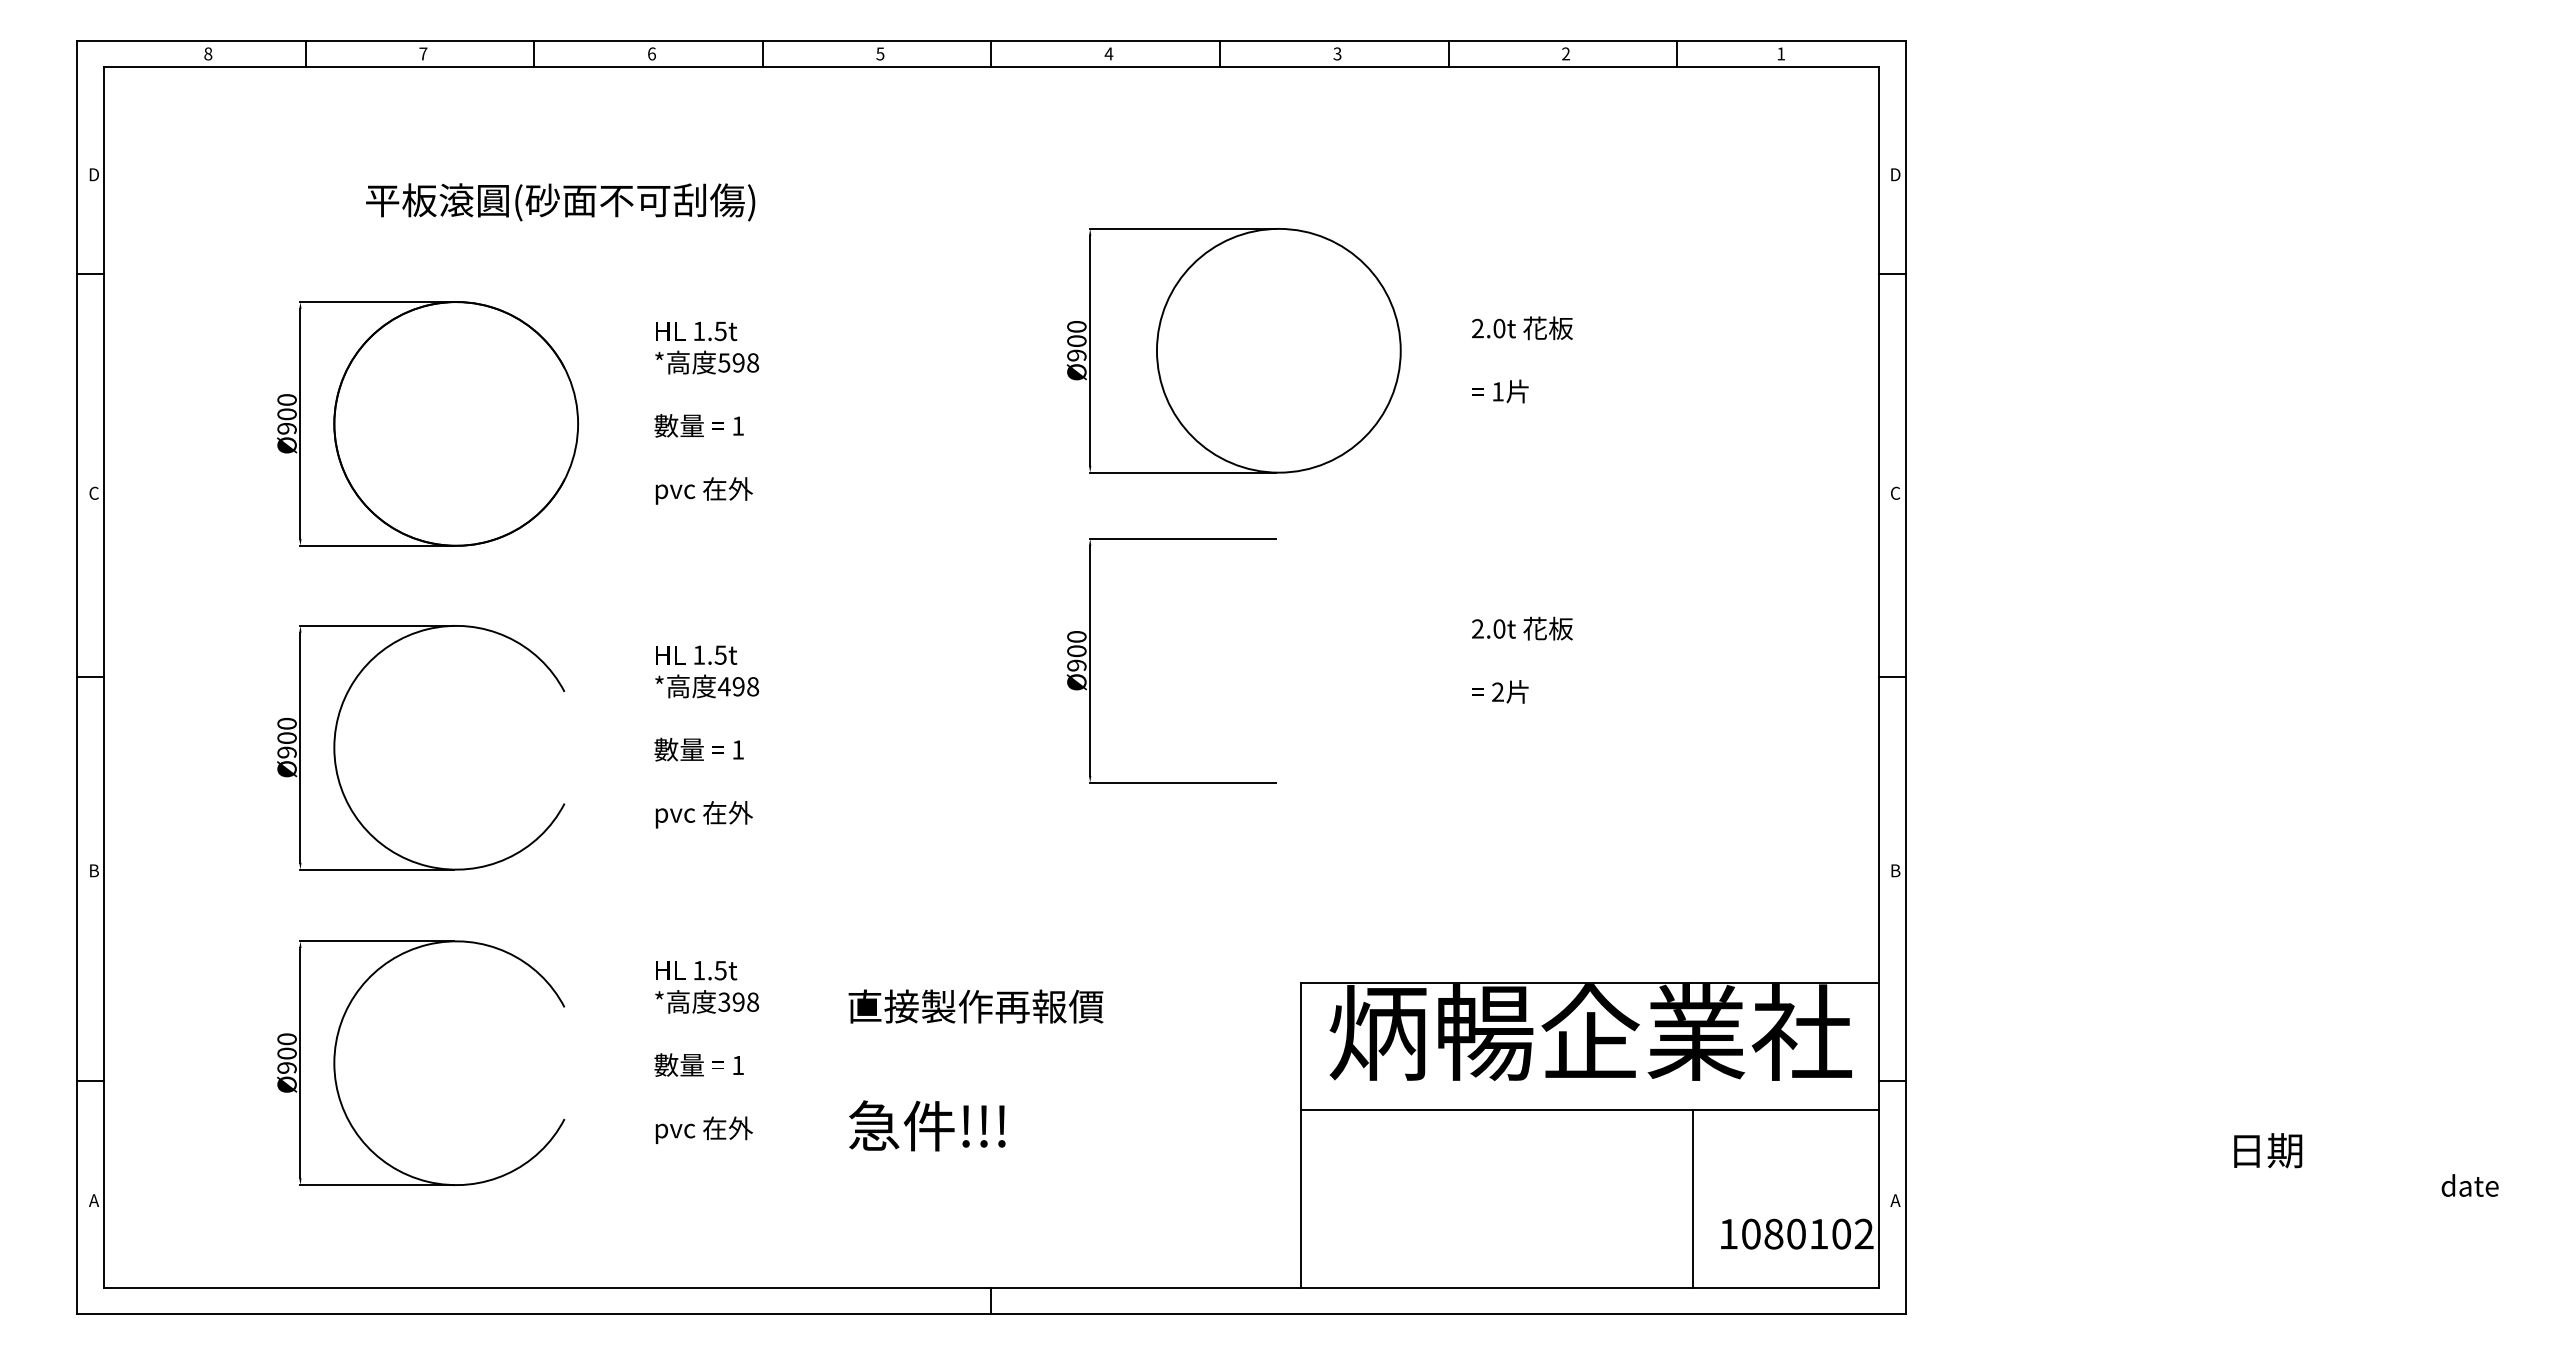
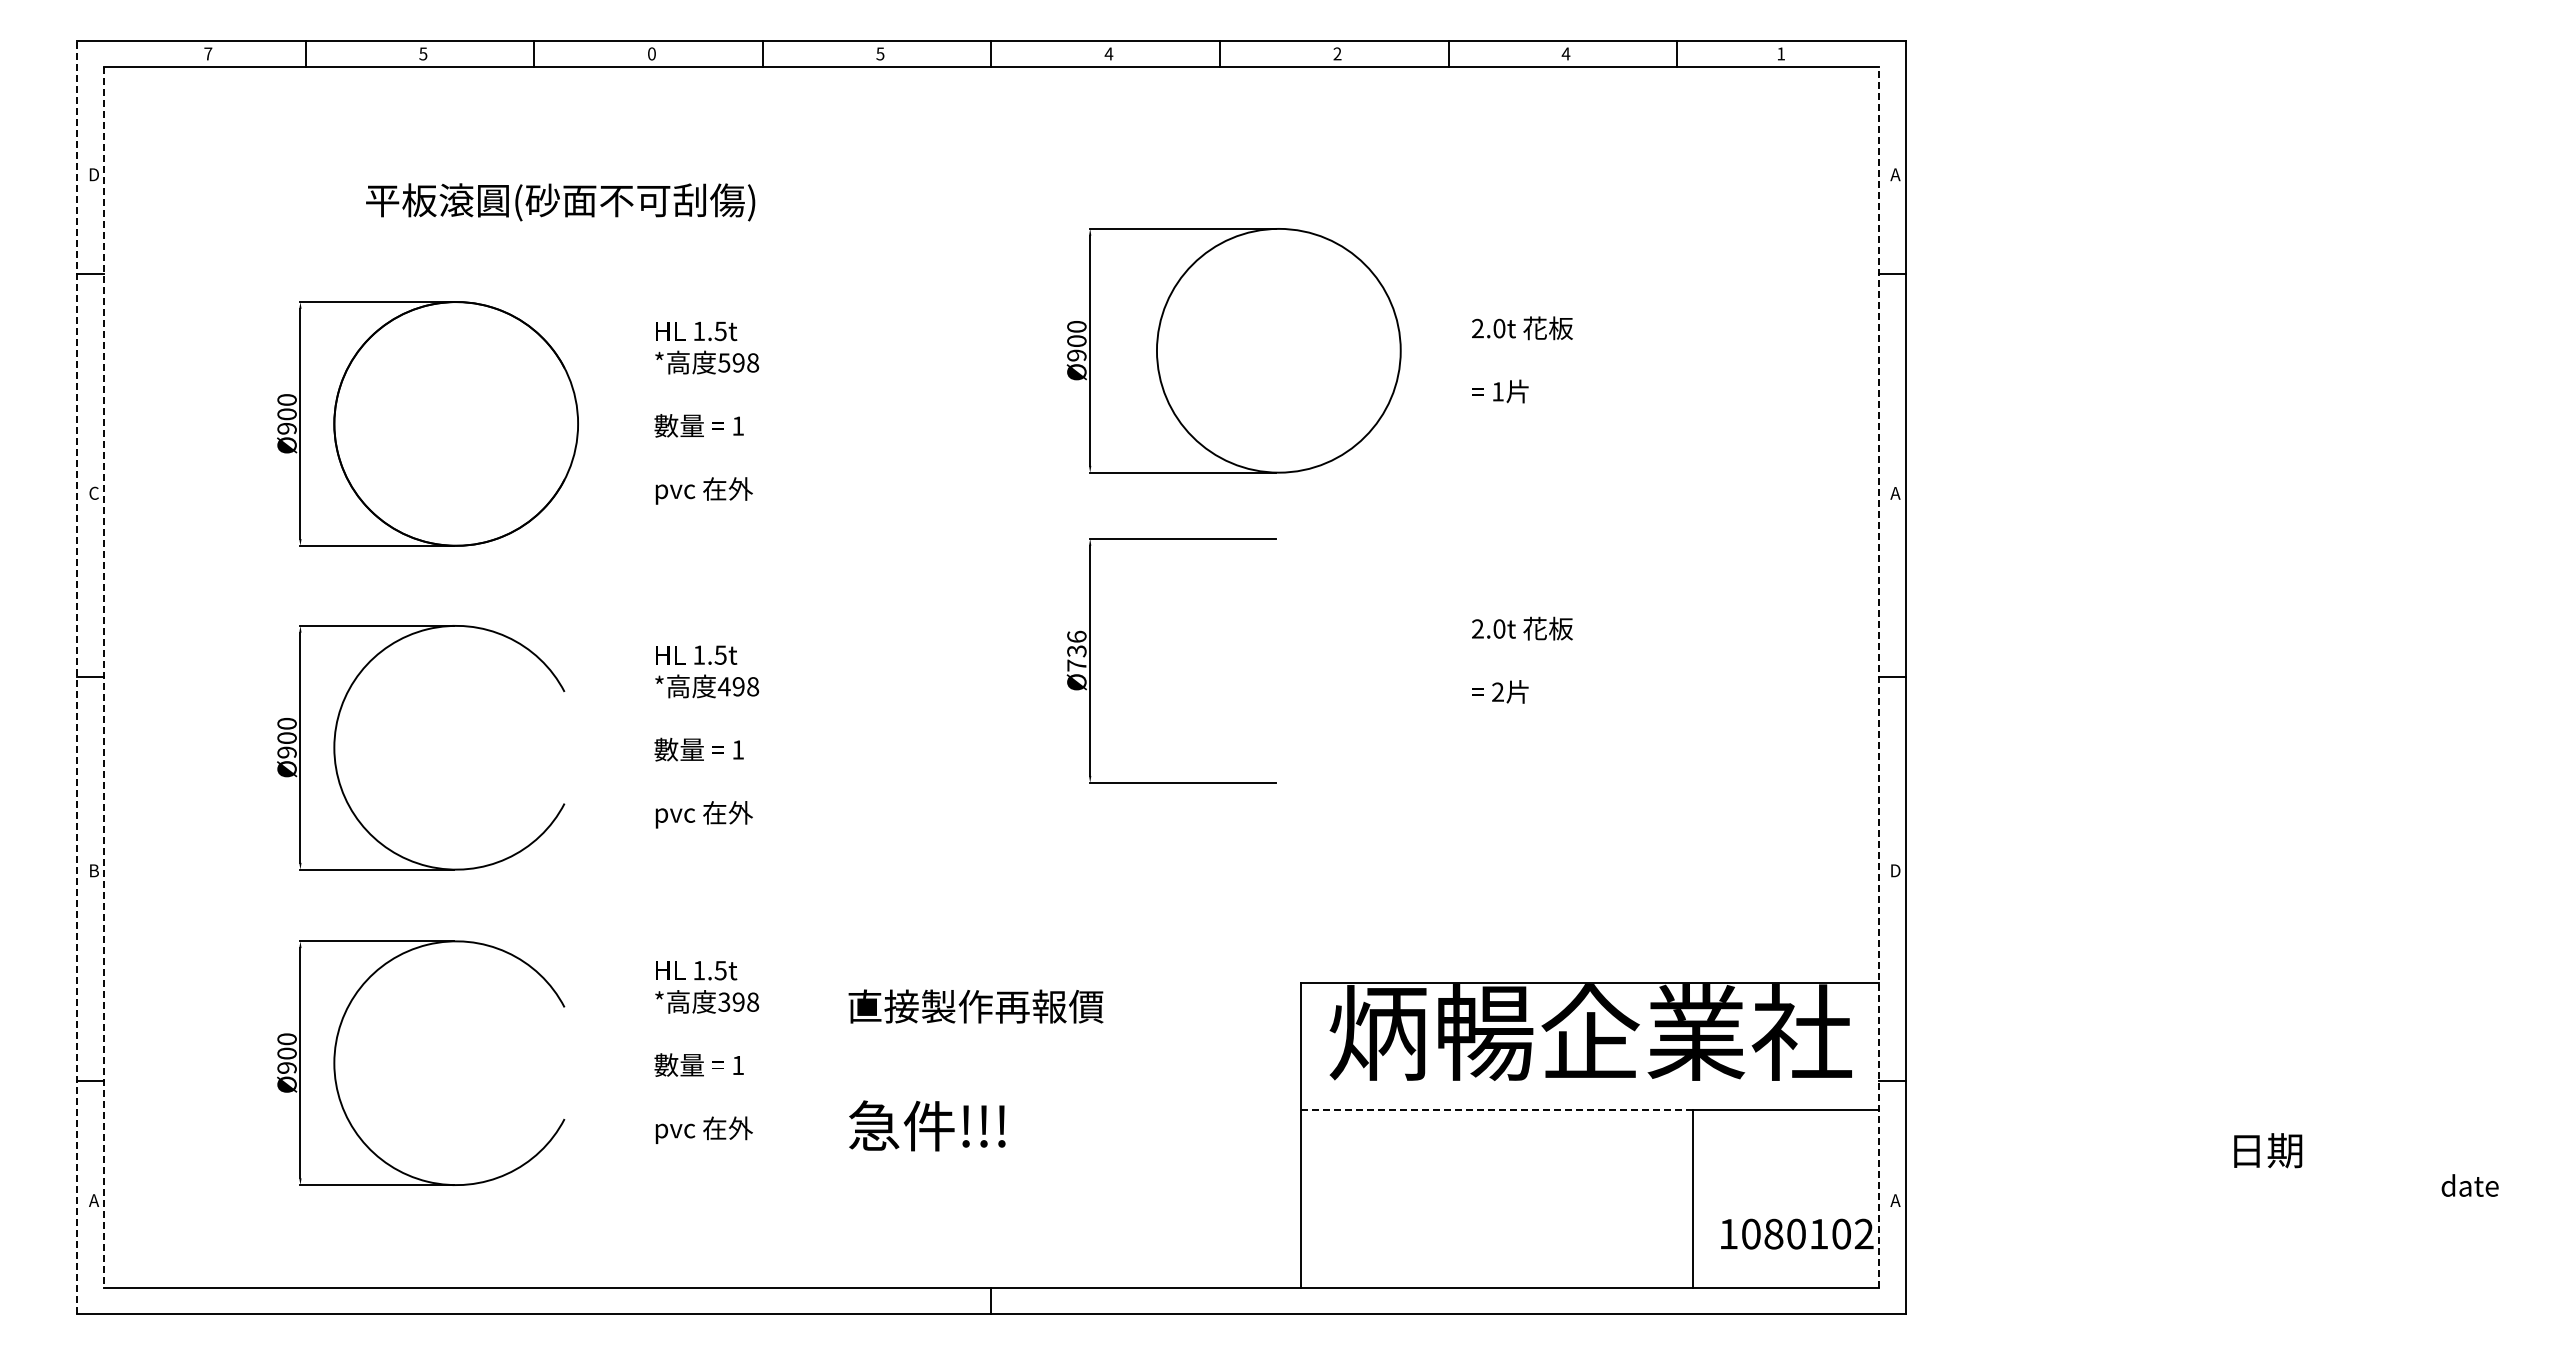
text at (208, 53): 8 -> 7
text at (423, 53): 7 -> 5
text at (651, 53): 6 -> 0
text at (1565, 53): 2 -> 4
text at (1337, 54): 3 -> 2
text at (1895, 174): D -> A
text at (1895, 492): C -> A
text at (1076, 650): Ø900 -> Ø736
line at (77, 677): solid -> dashed
line at (104, 677): solid -> dashed
line at (1878, 677): solid -> dashed
text at (1895, 870): B -> D
line at (1497, 1109): solid -> dashed
